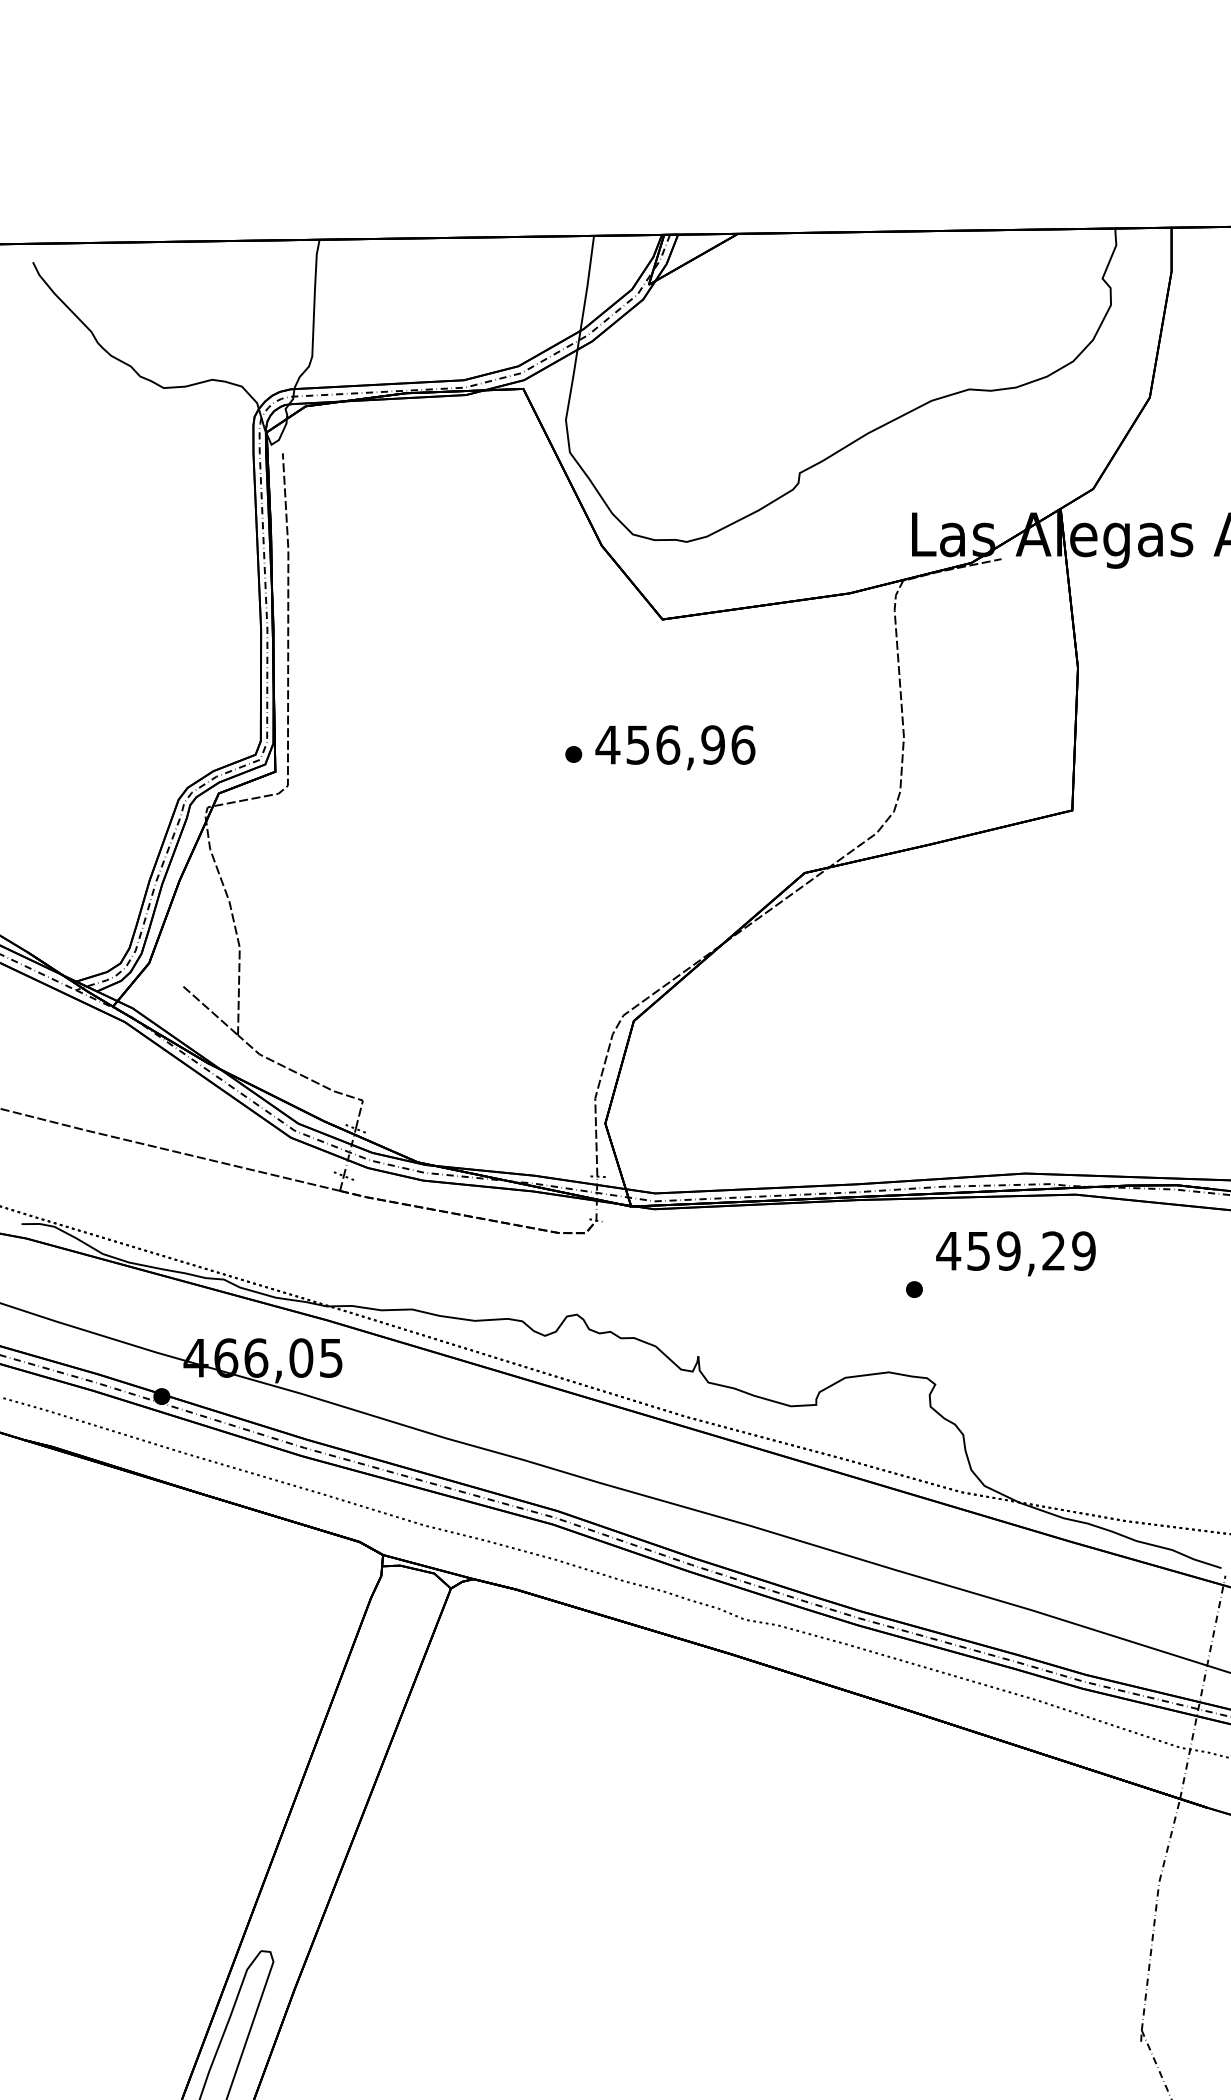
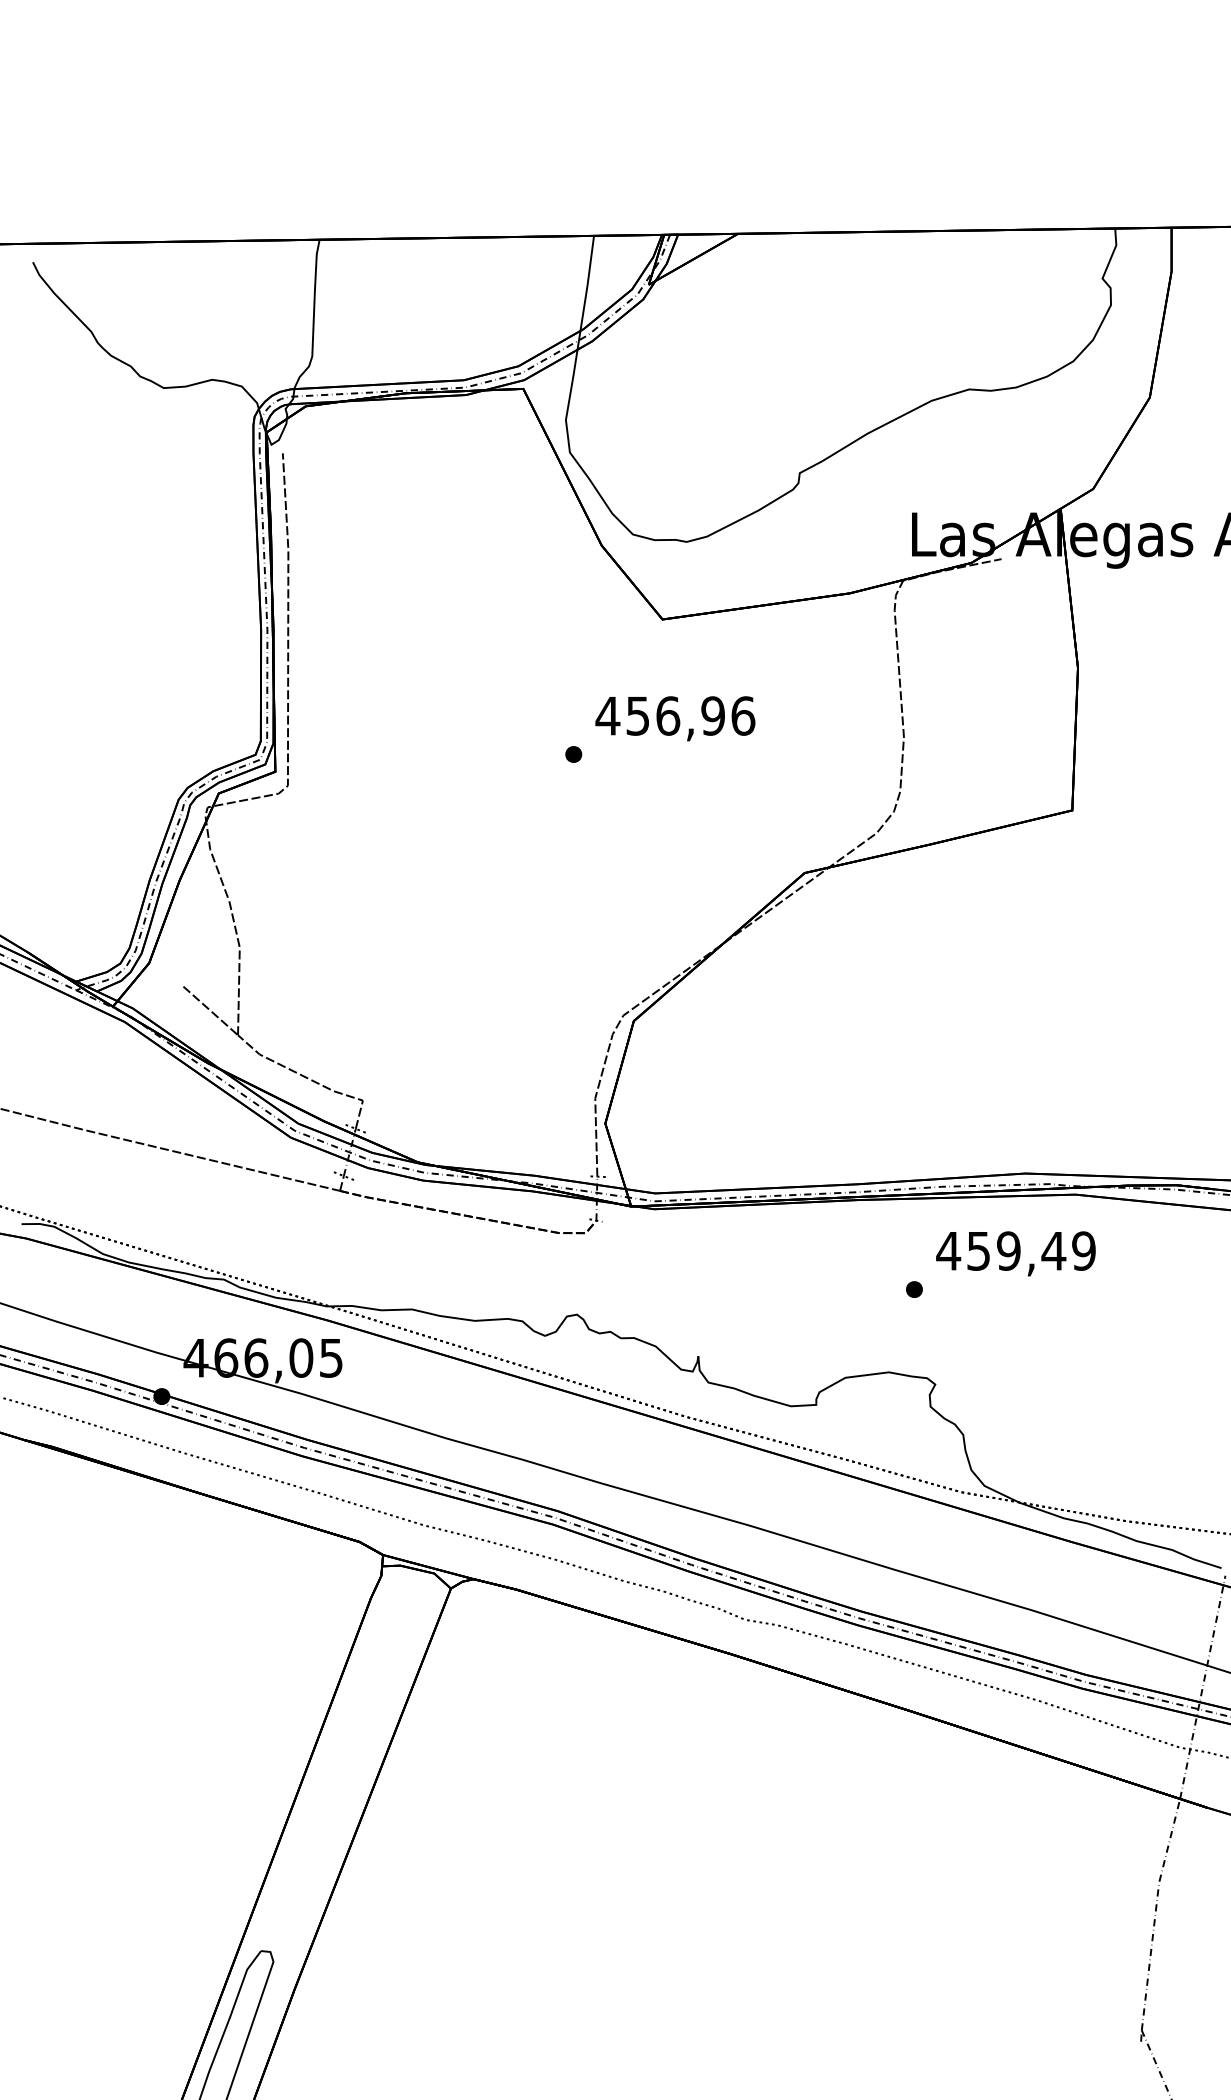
text at (675, 747) position: (675, 747) -> (675, 718)
text at (1053, 1250): 459,29 -> 459,49
